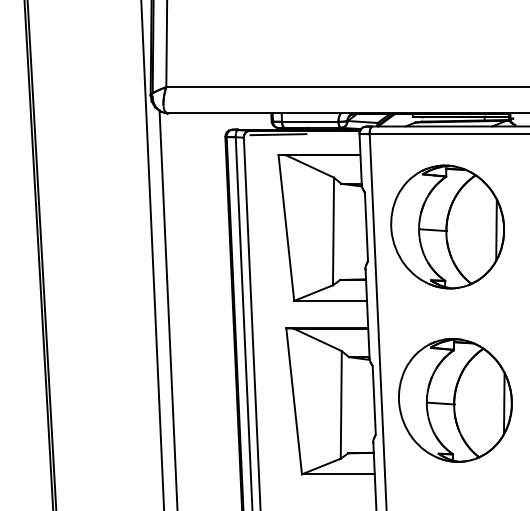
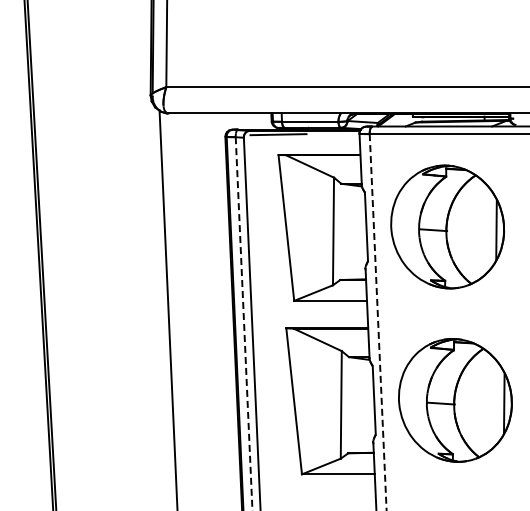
line at (152, 254): present -> none
line at (378, 322): solid -> dashed
line at (244, 323): solid -> dashed
